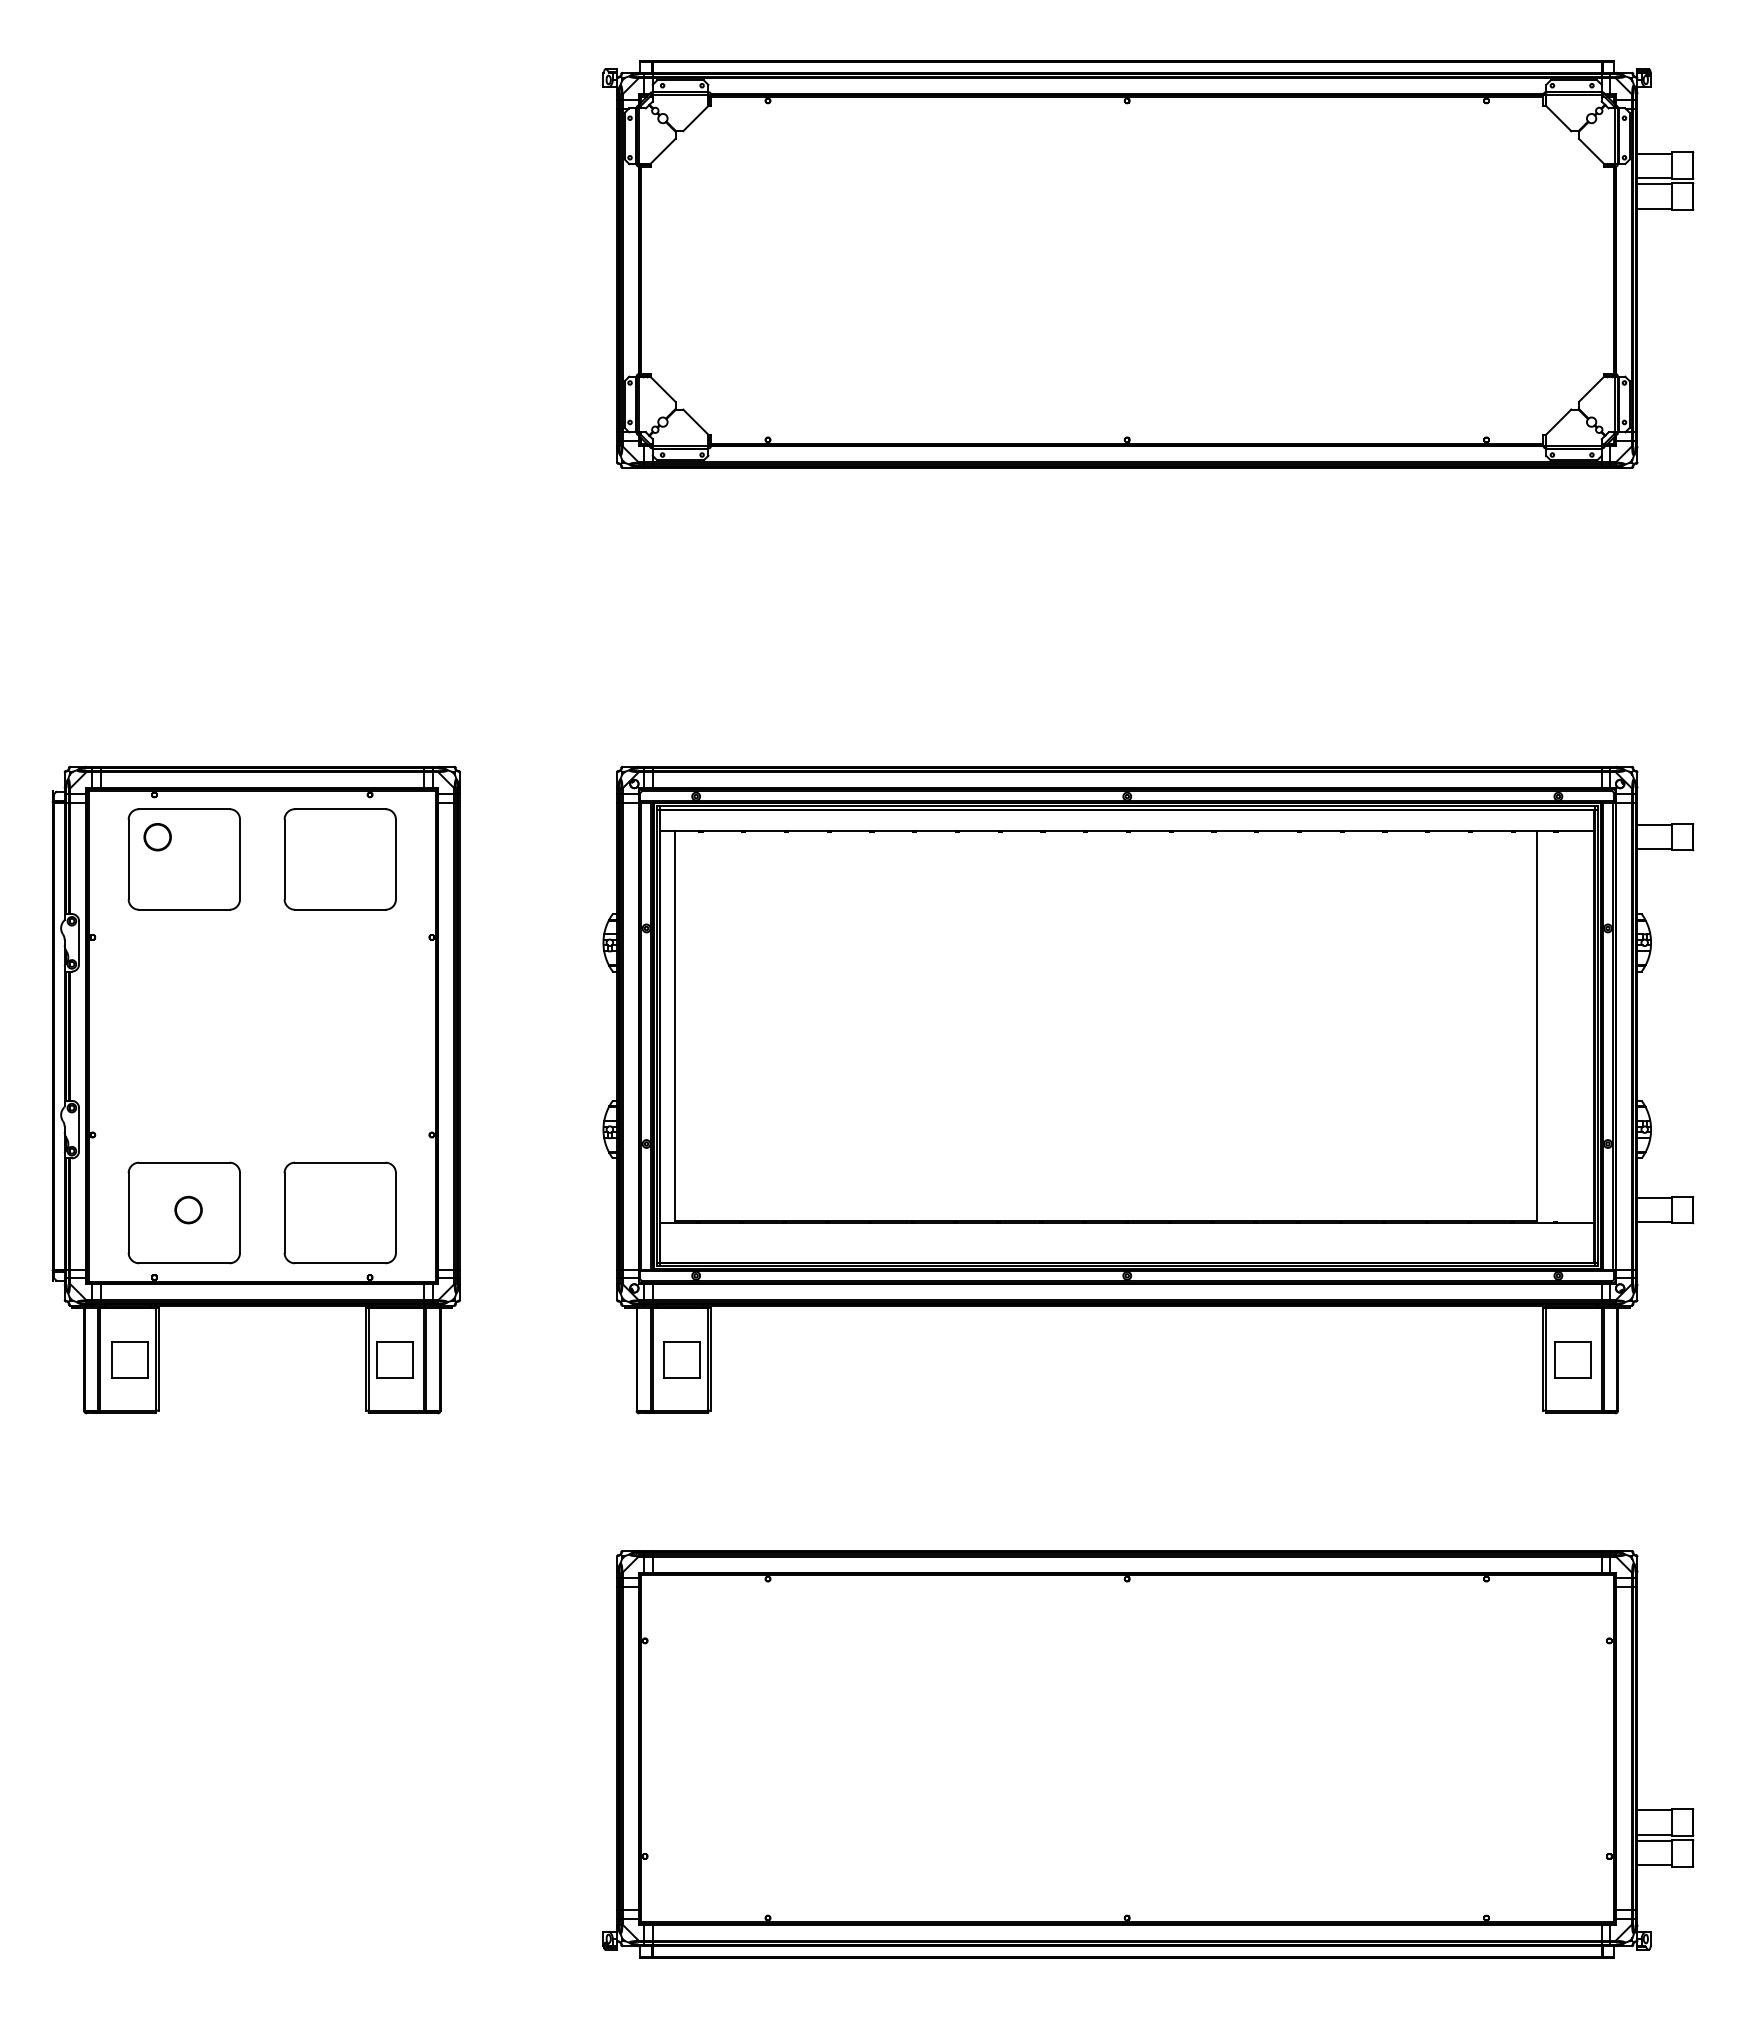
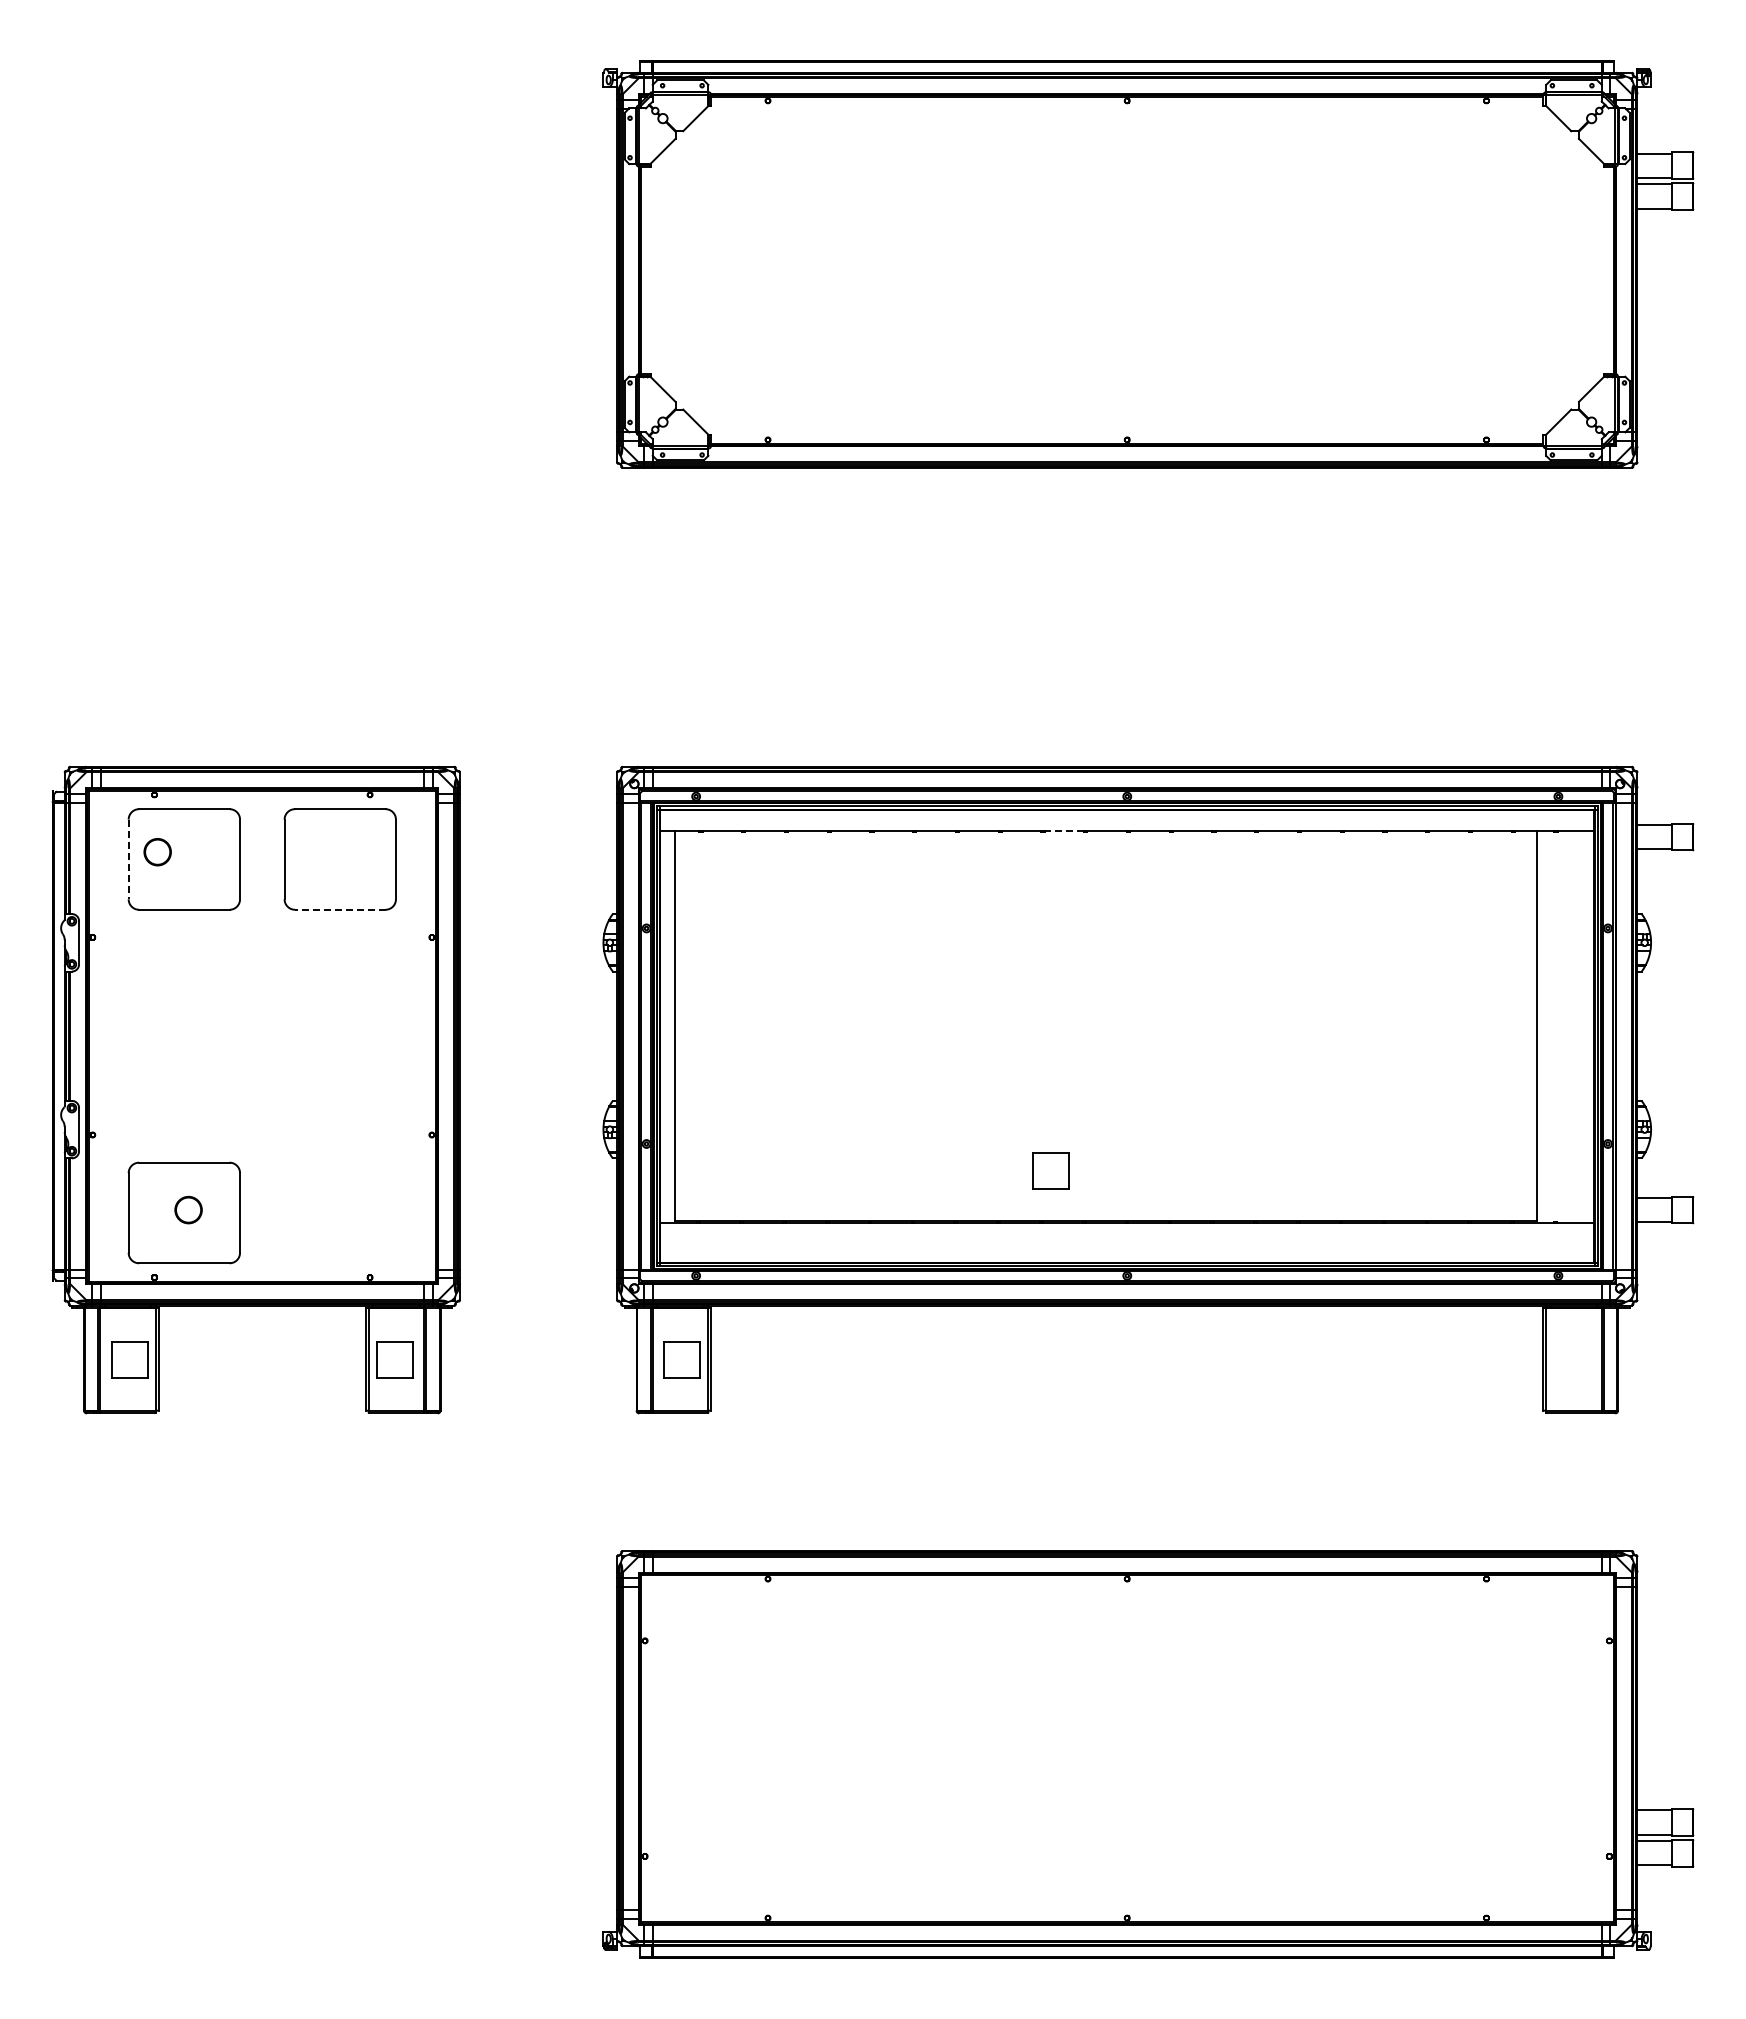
line at (1064, 831): solid -> dashed
circle at (157, 837) position: (157, 837) -> (157, 852)
line at (128, 859): solid -> dashed
line at (339, 909): solid -> dashed
part at (339, 1212): present -> none
part at (1572, 1359) position: (1572, 1359) -> (1050, 1170)
